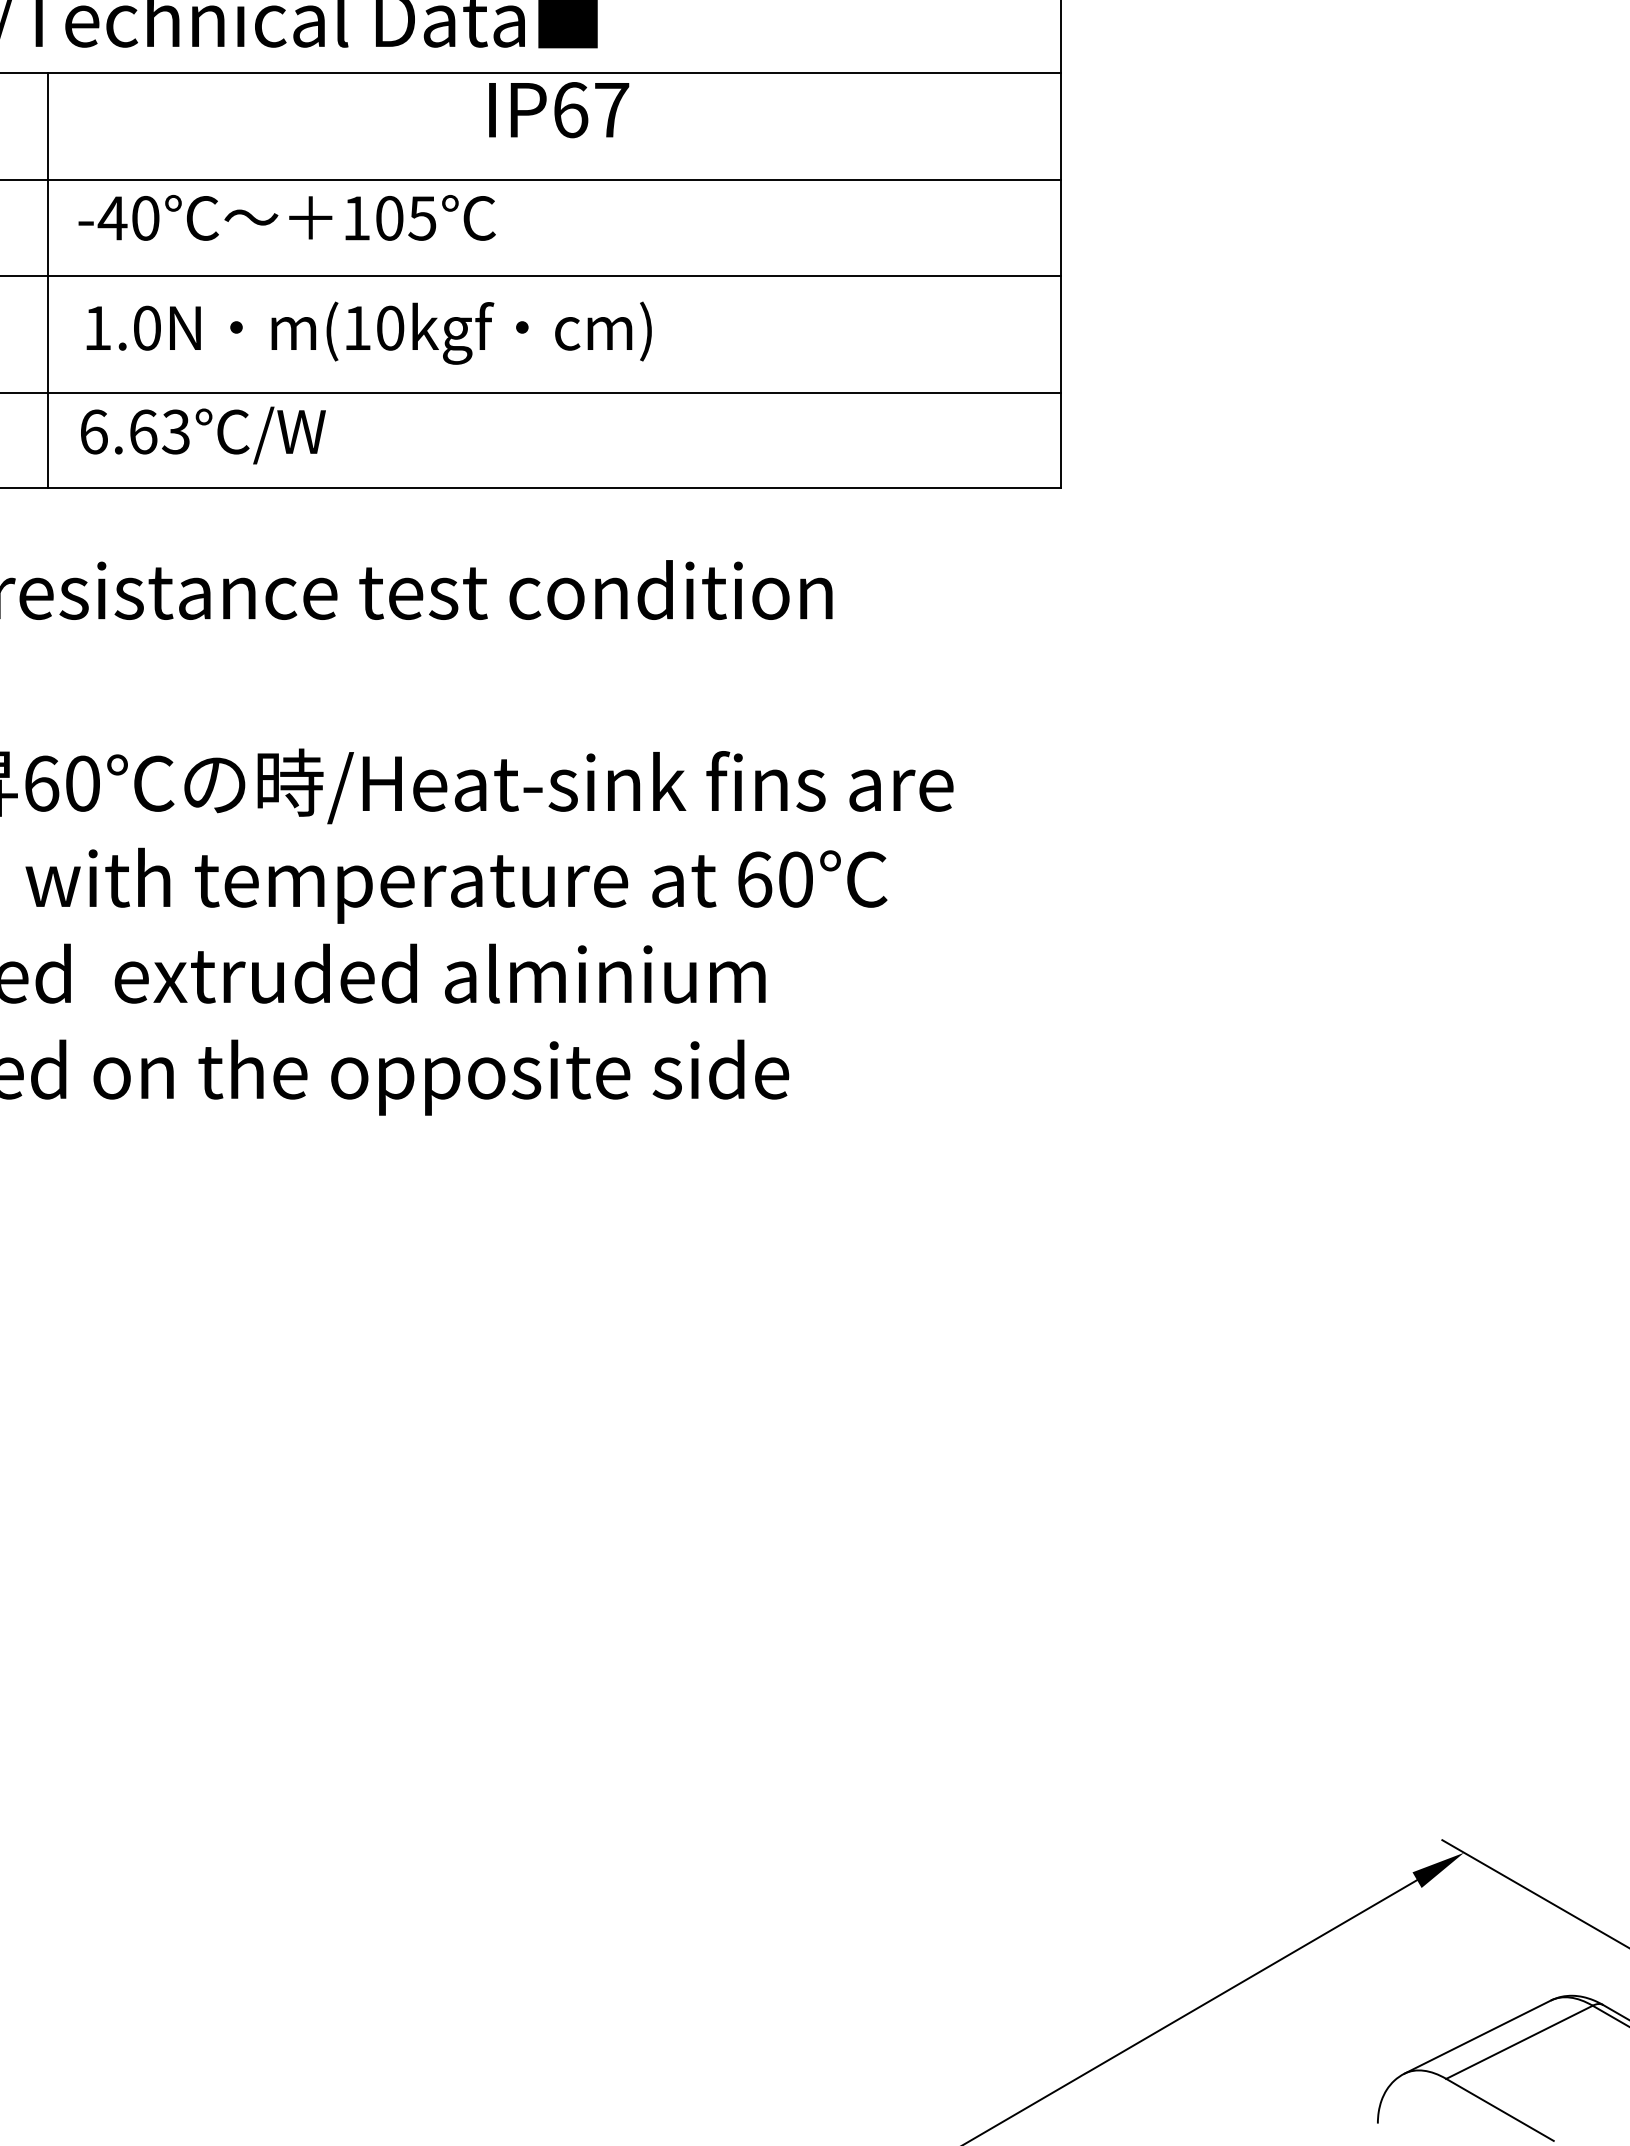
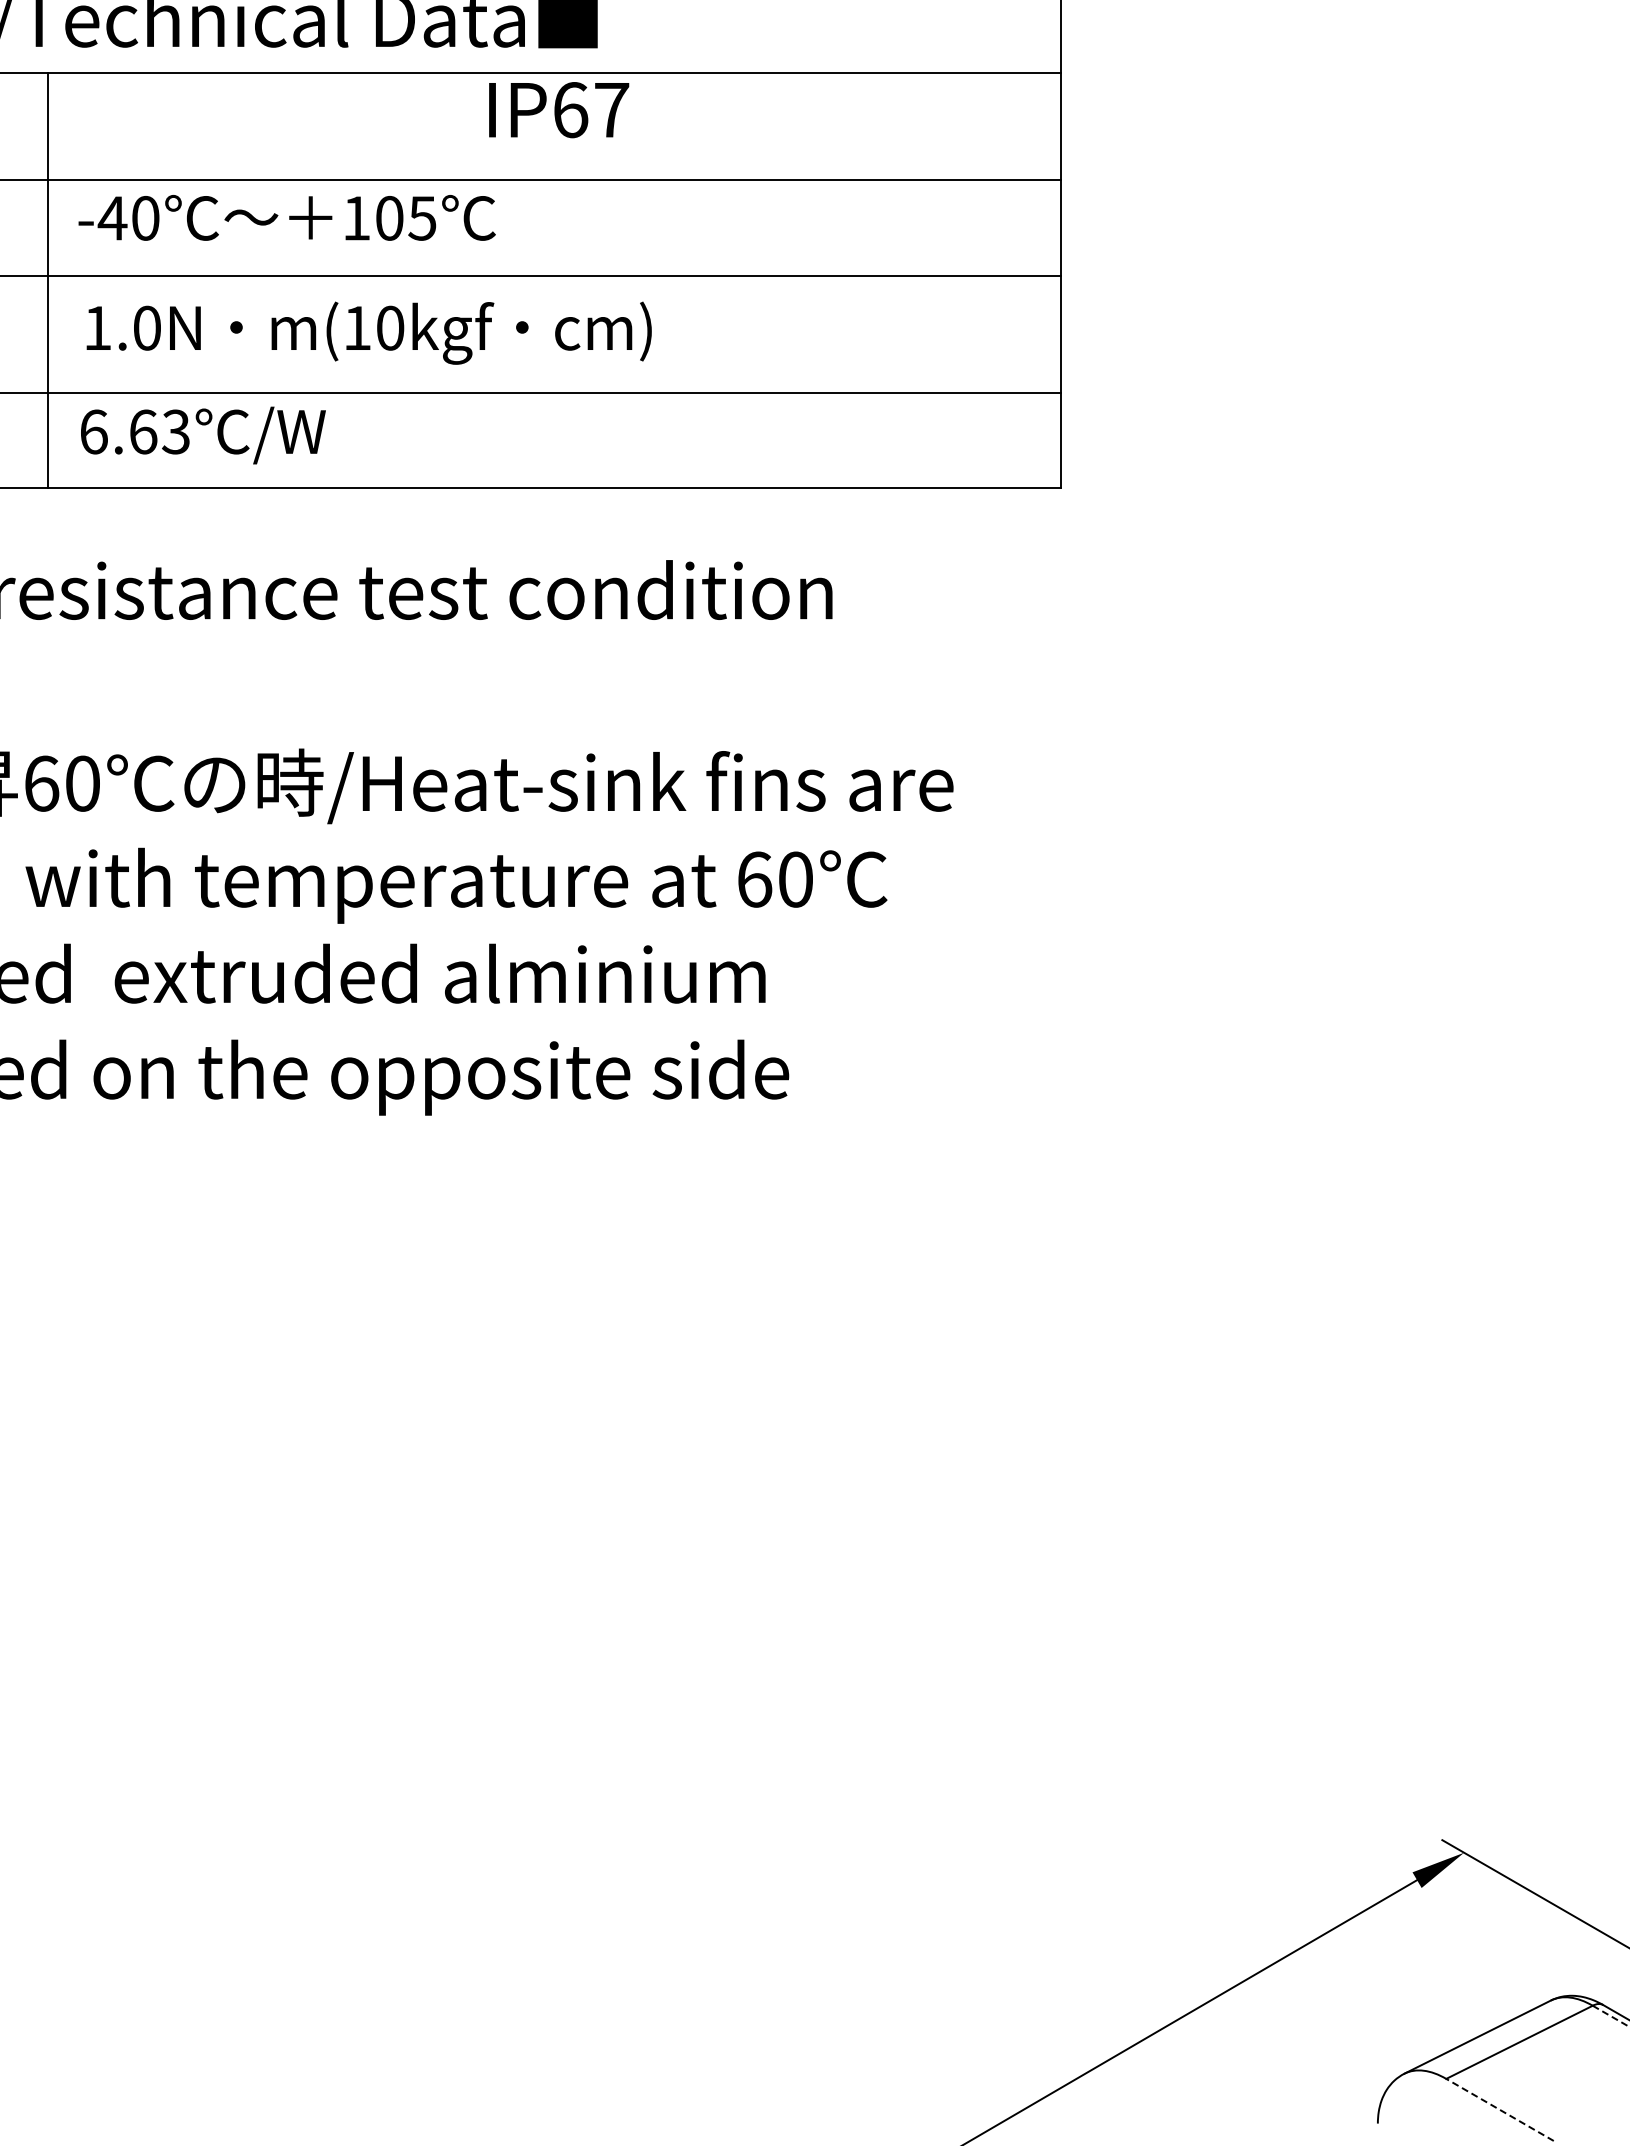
line at (1611, 2016): solid -> dashed
line at (1499, 2109): solid -> dashed
